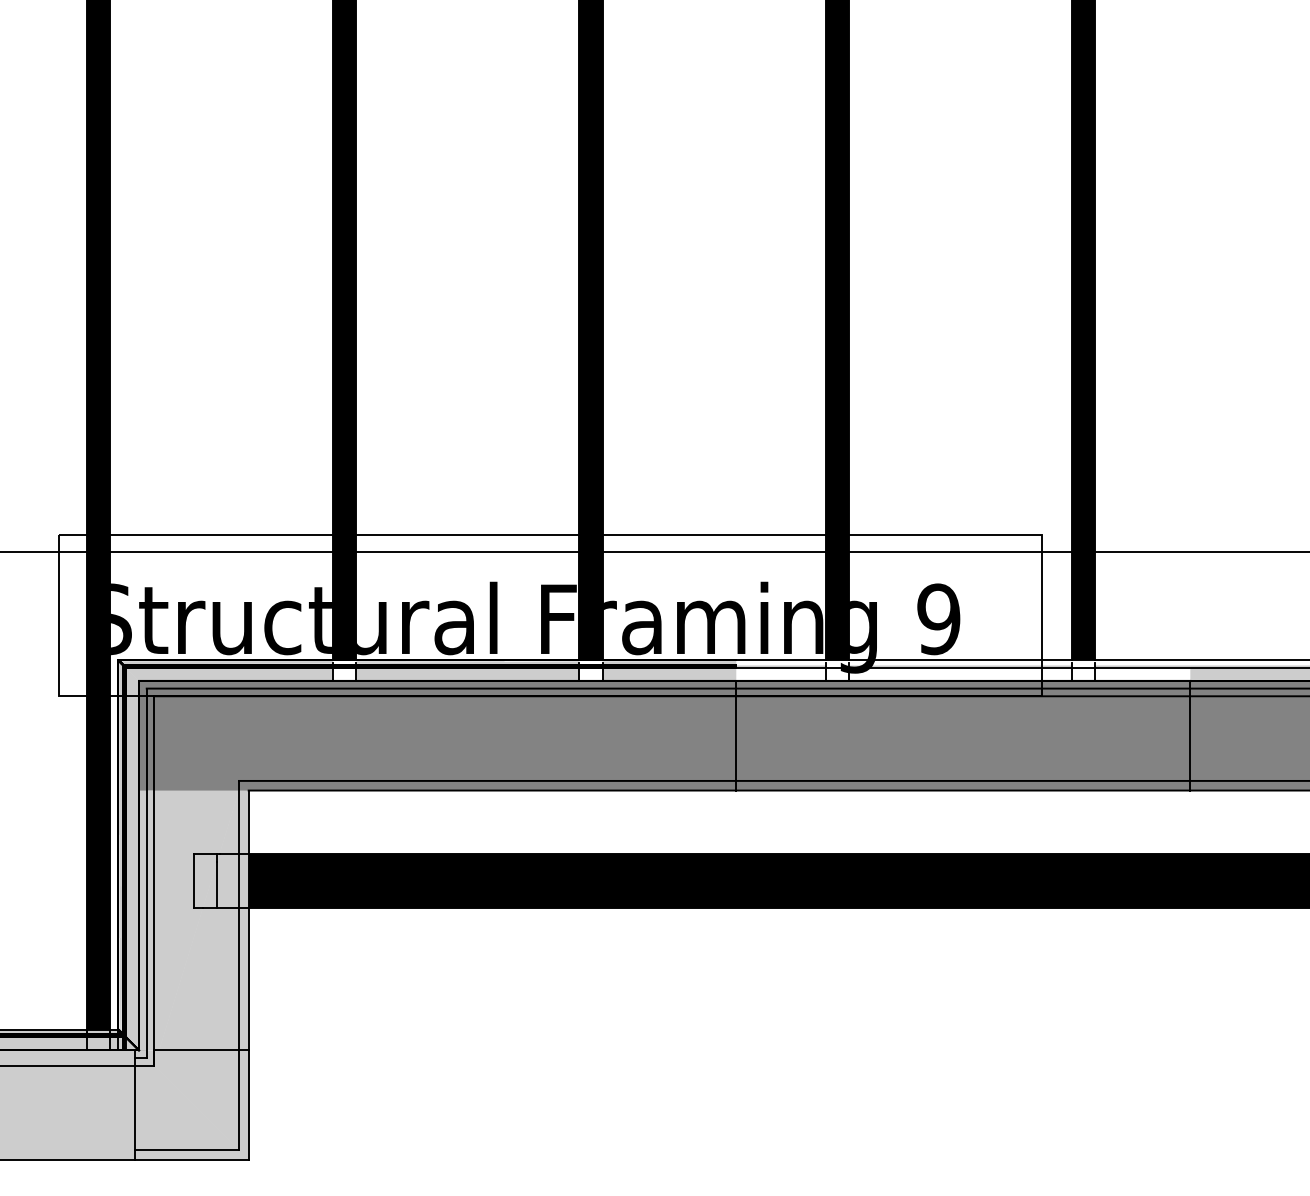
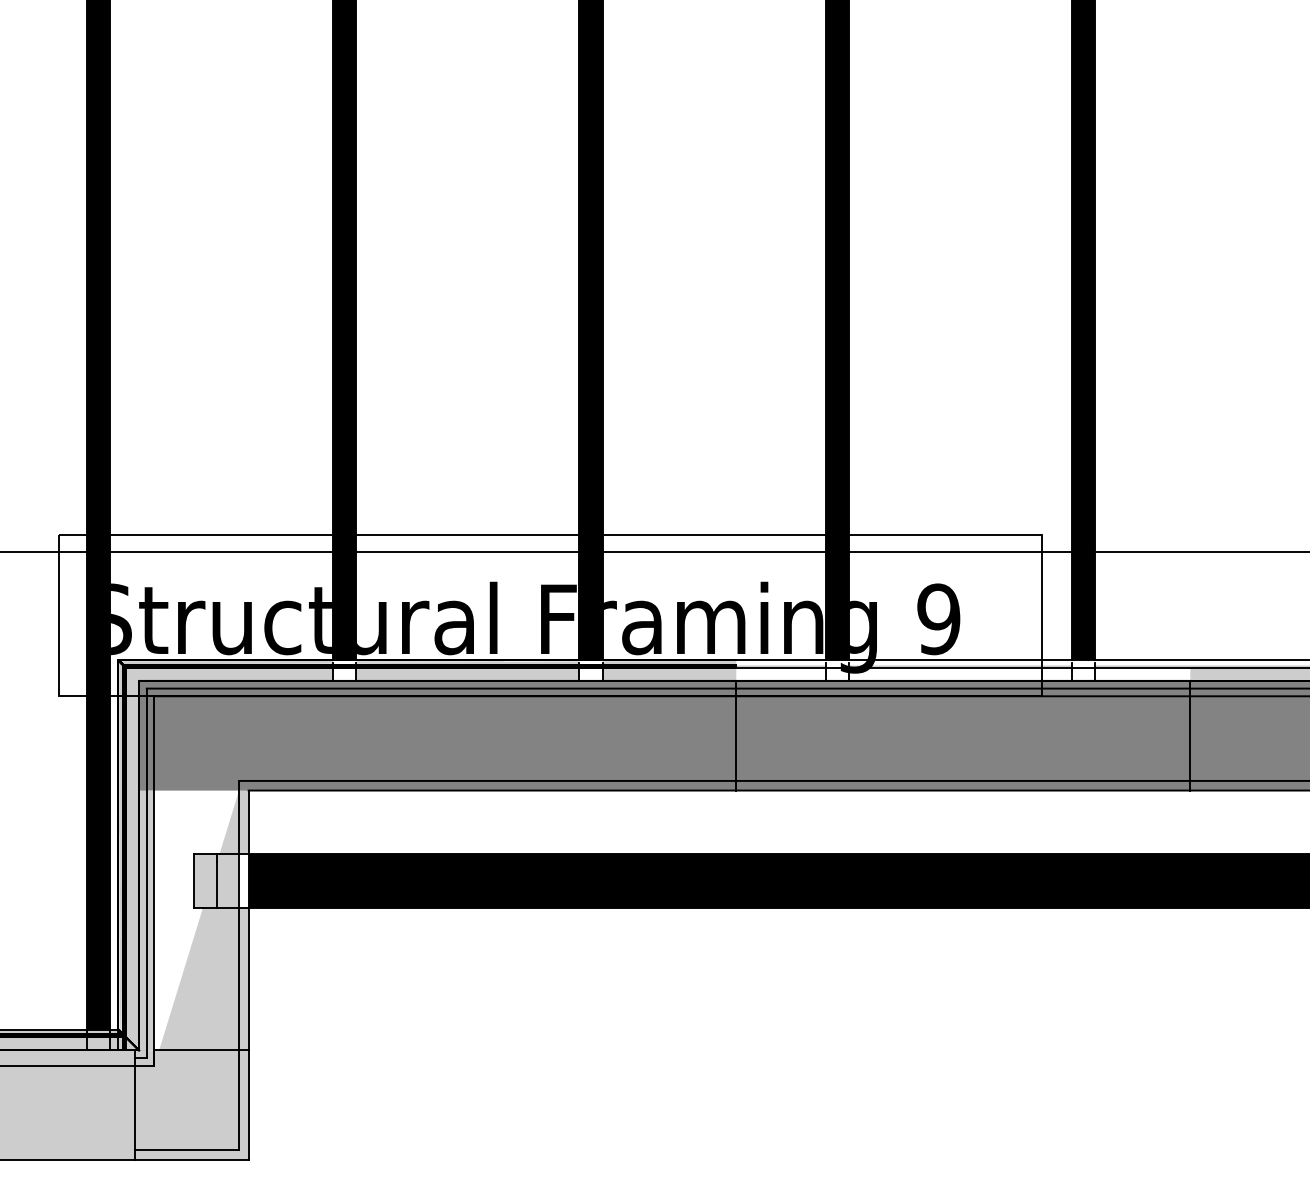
fill at (243, 880): present -> none
fill at (196, 920): present -> none
